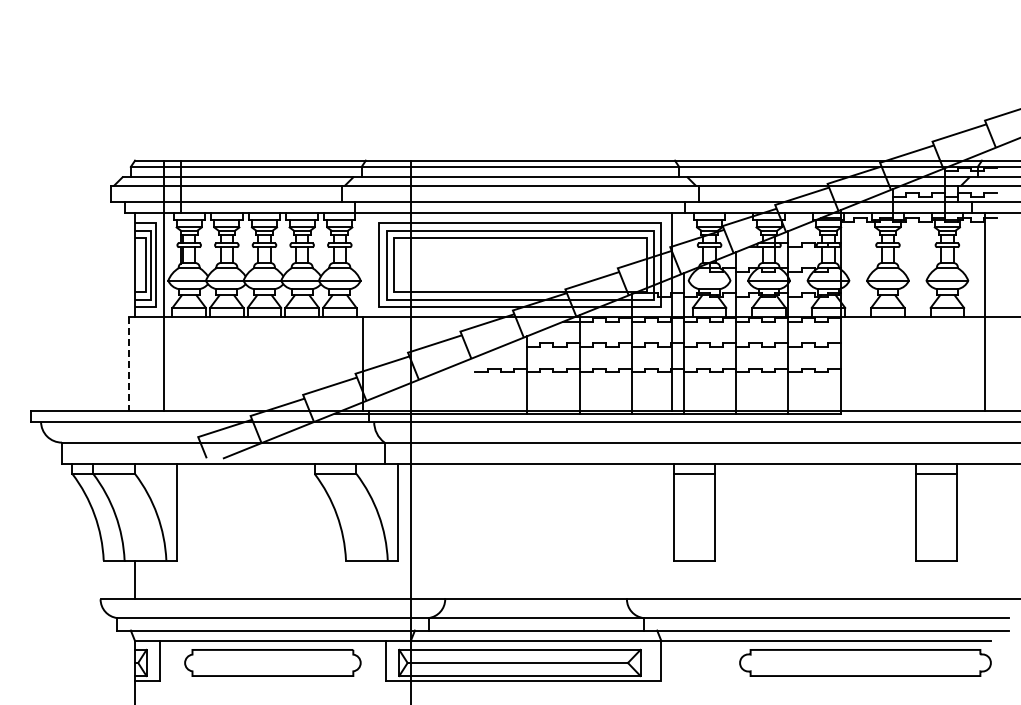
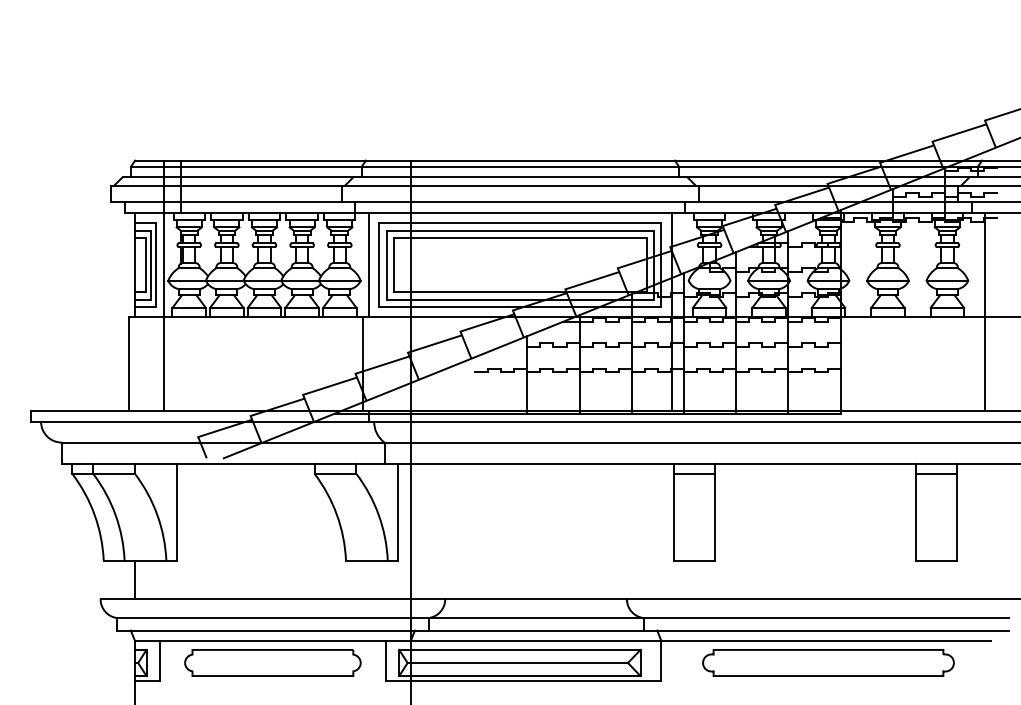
line at (368, 264): none -> present
line at (128, 364): dashed -> solid
part at (865, 662) position: (865, 662) -> (828, 662)
